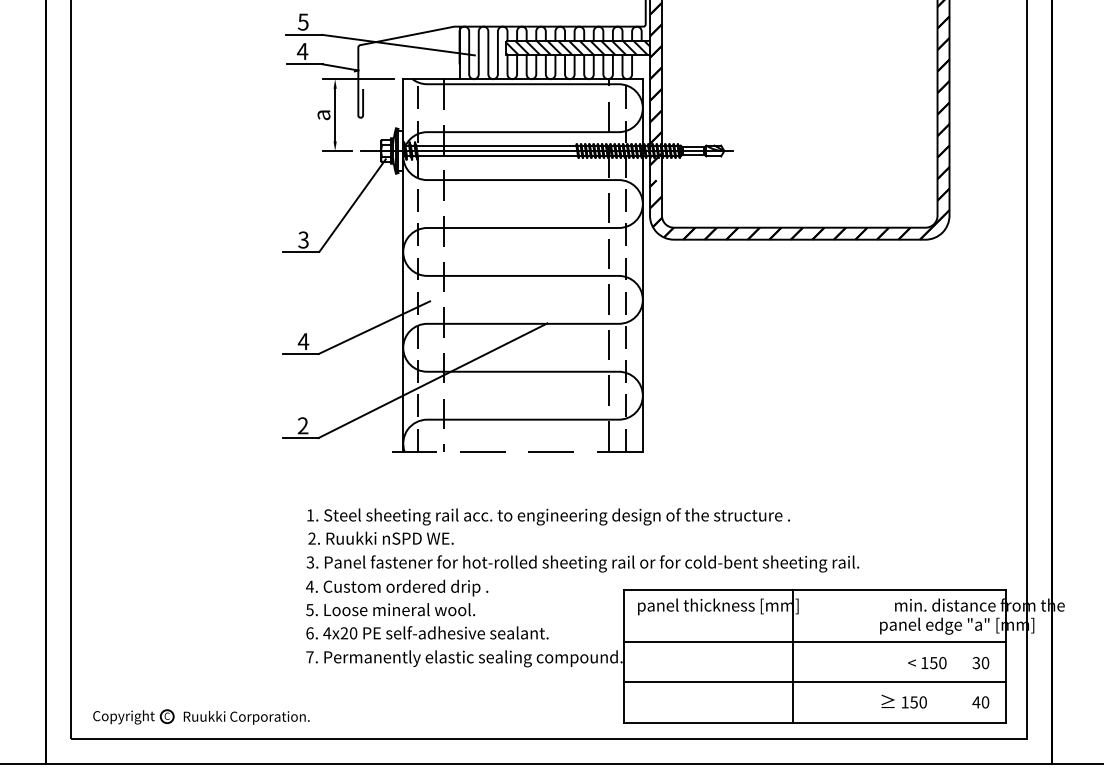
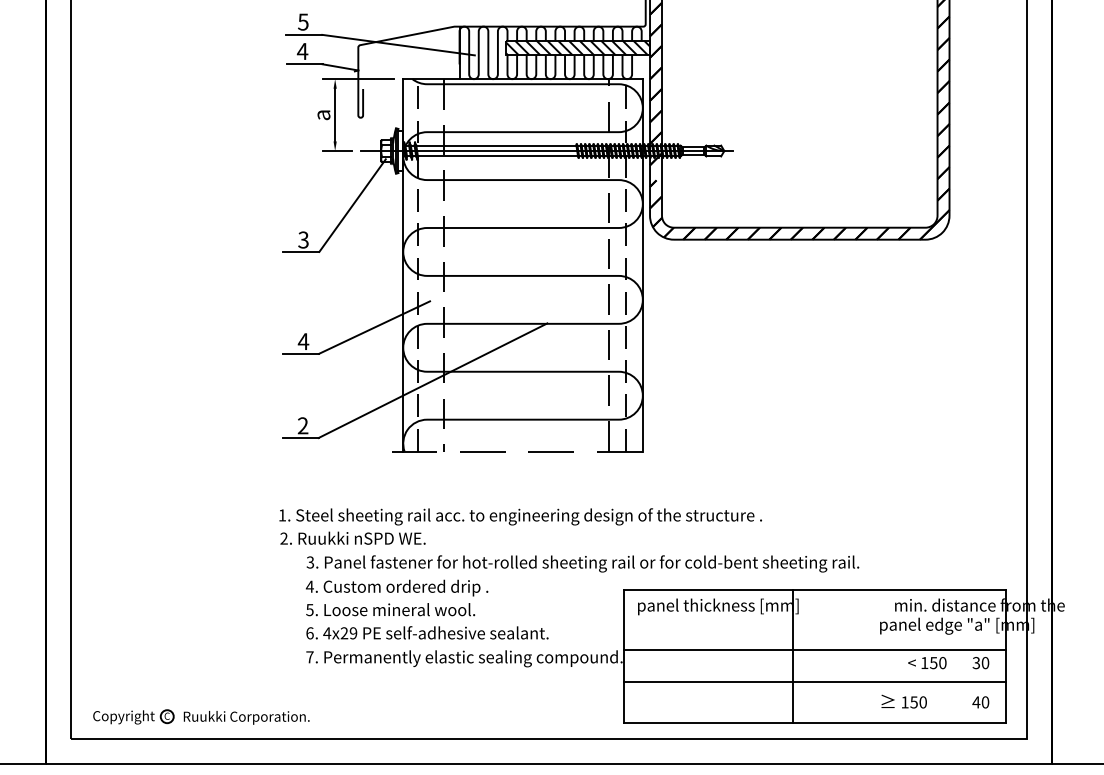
text at (548, 526) position: (548, 526) -> (520, 526)
text at (353, 633): 4x20 -> 4x29
line at (814, 642) position: (814, 642) -> (814, 650)
